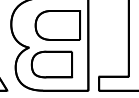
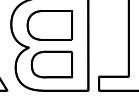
part at (57, 25) position: (57, 25) -> (49, 25)
